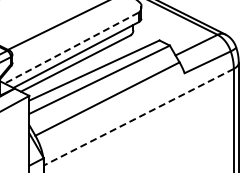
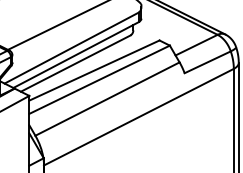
line at (71, 48): dashed -> solid
line at (138, 117): dashed -> solid
